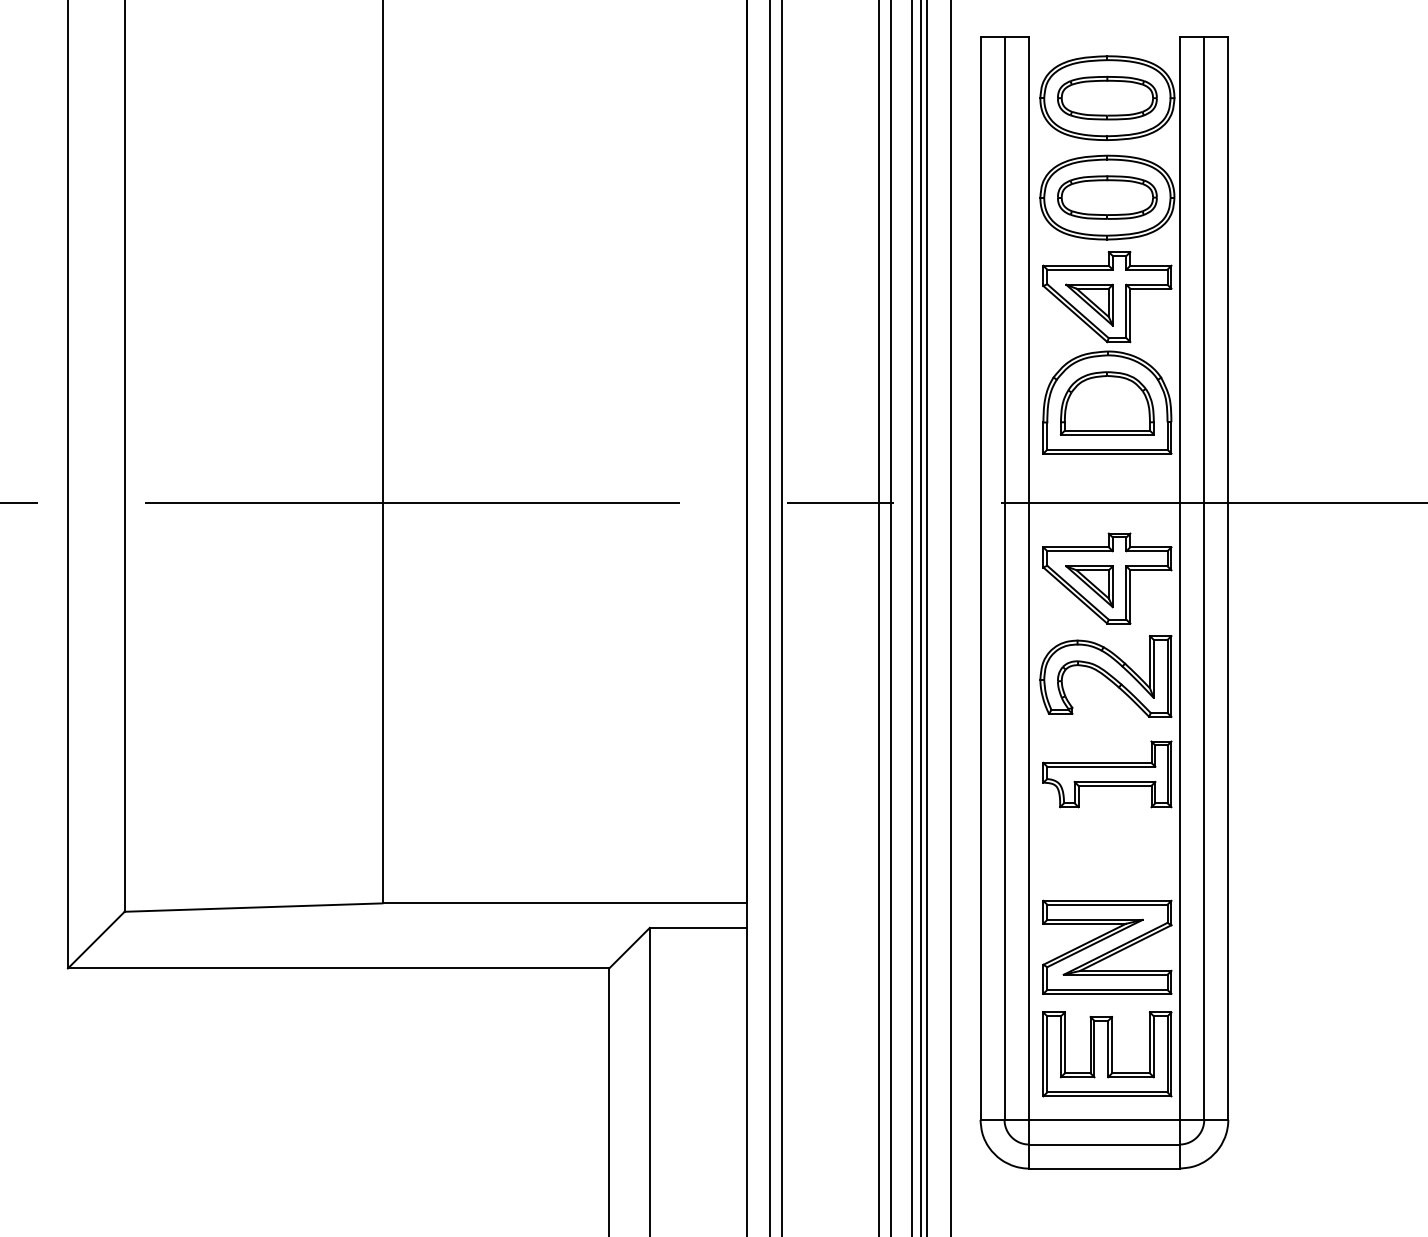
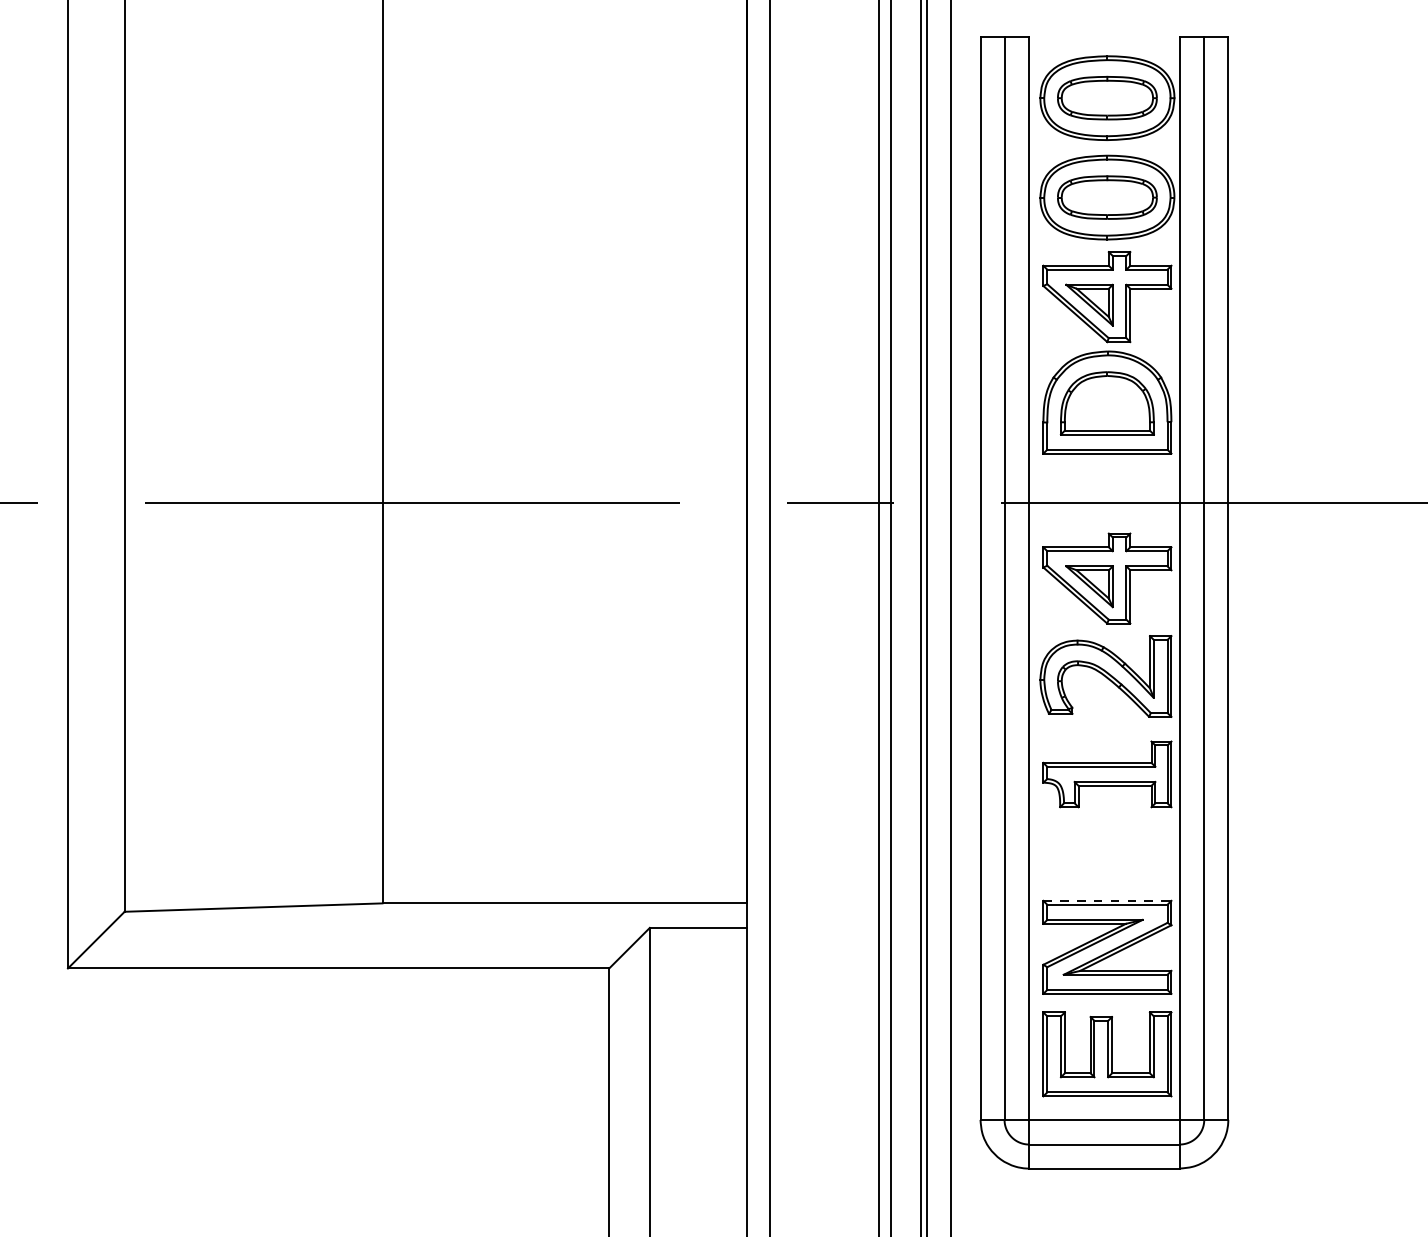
line at (782, 617): present -> none
line at (912, 617): present -> none
line at (1107, 900): solid -> dashed
